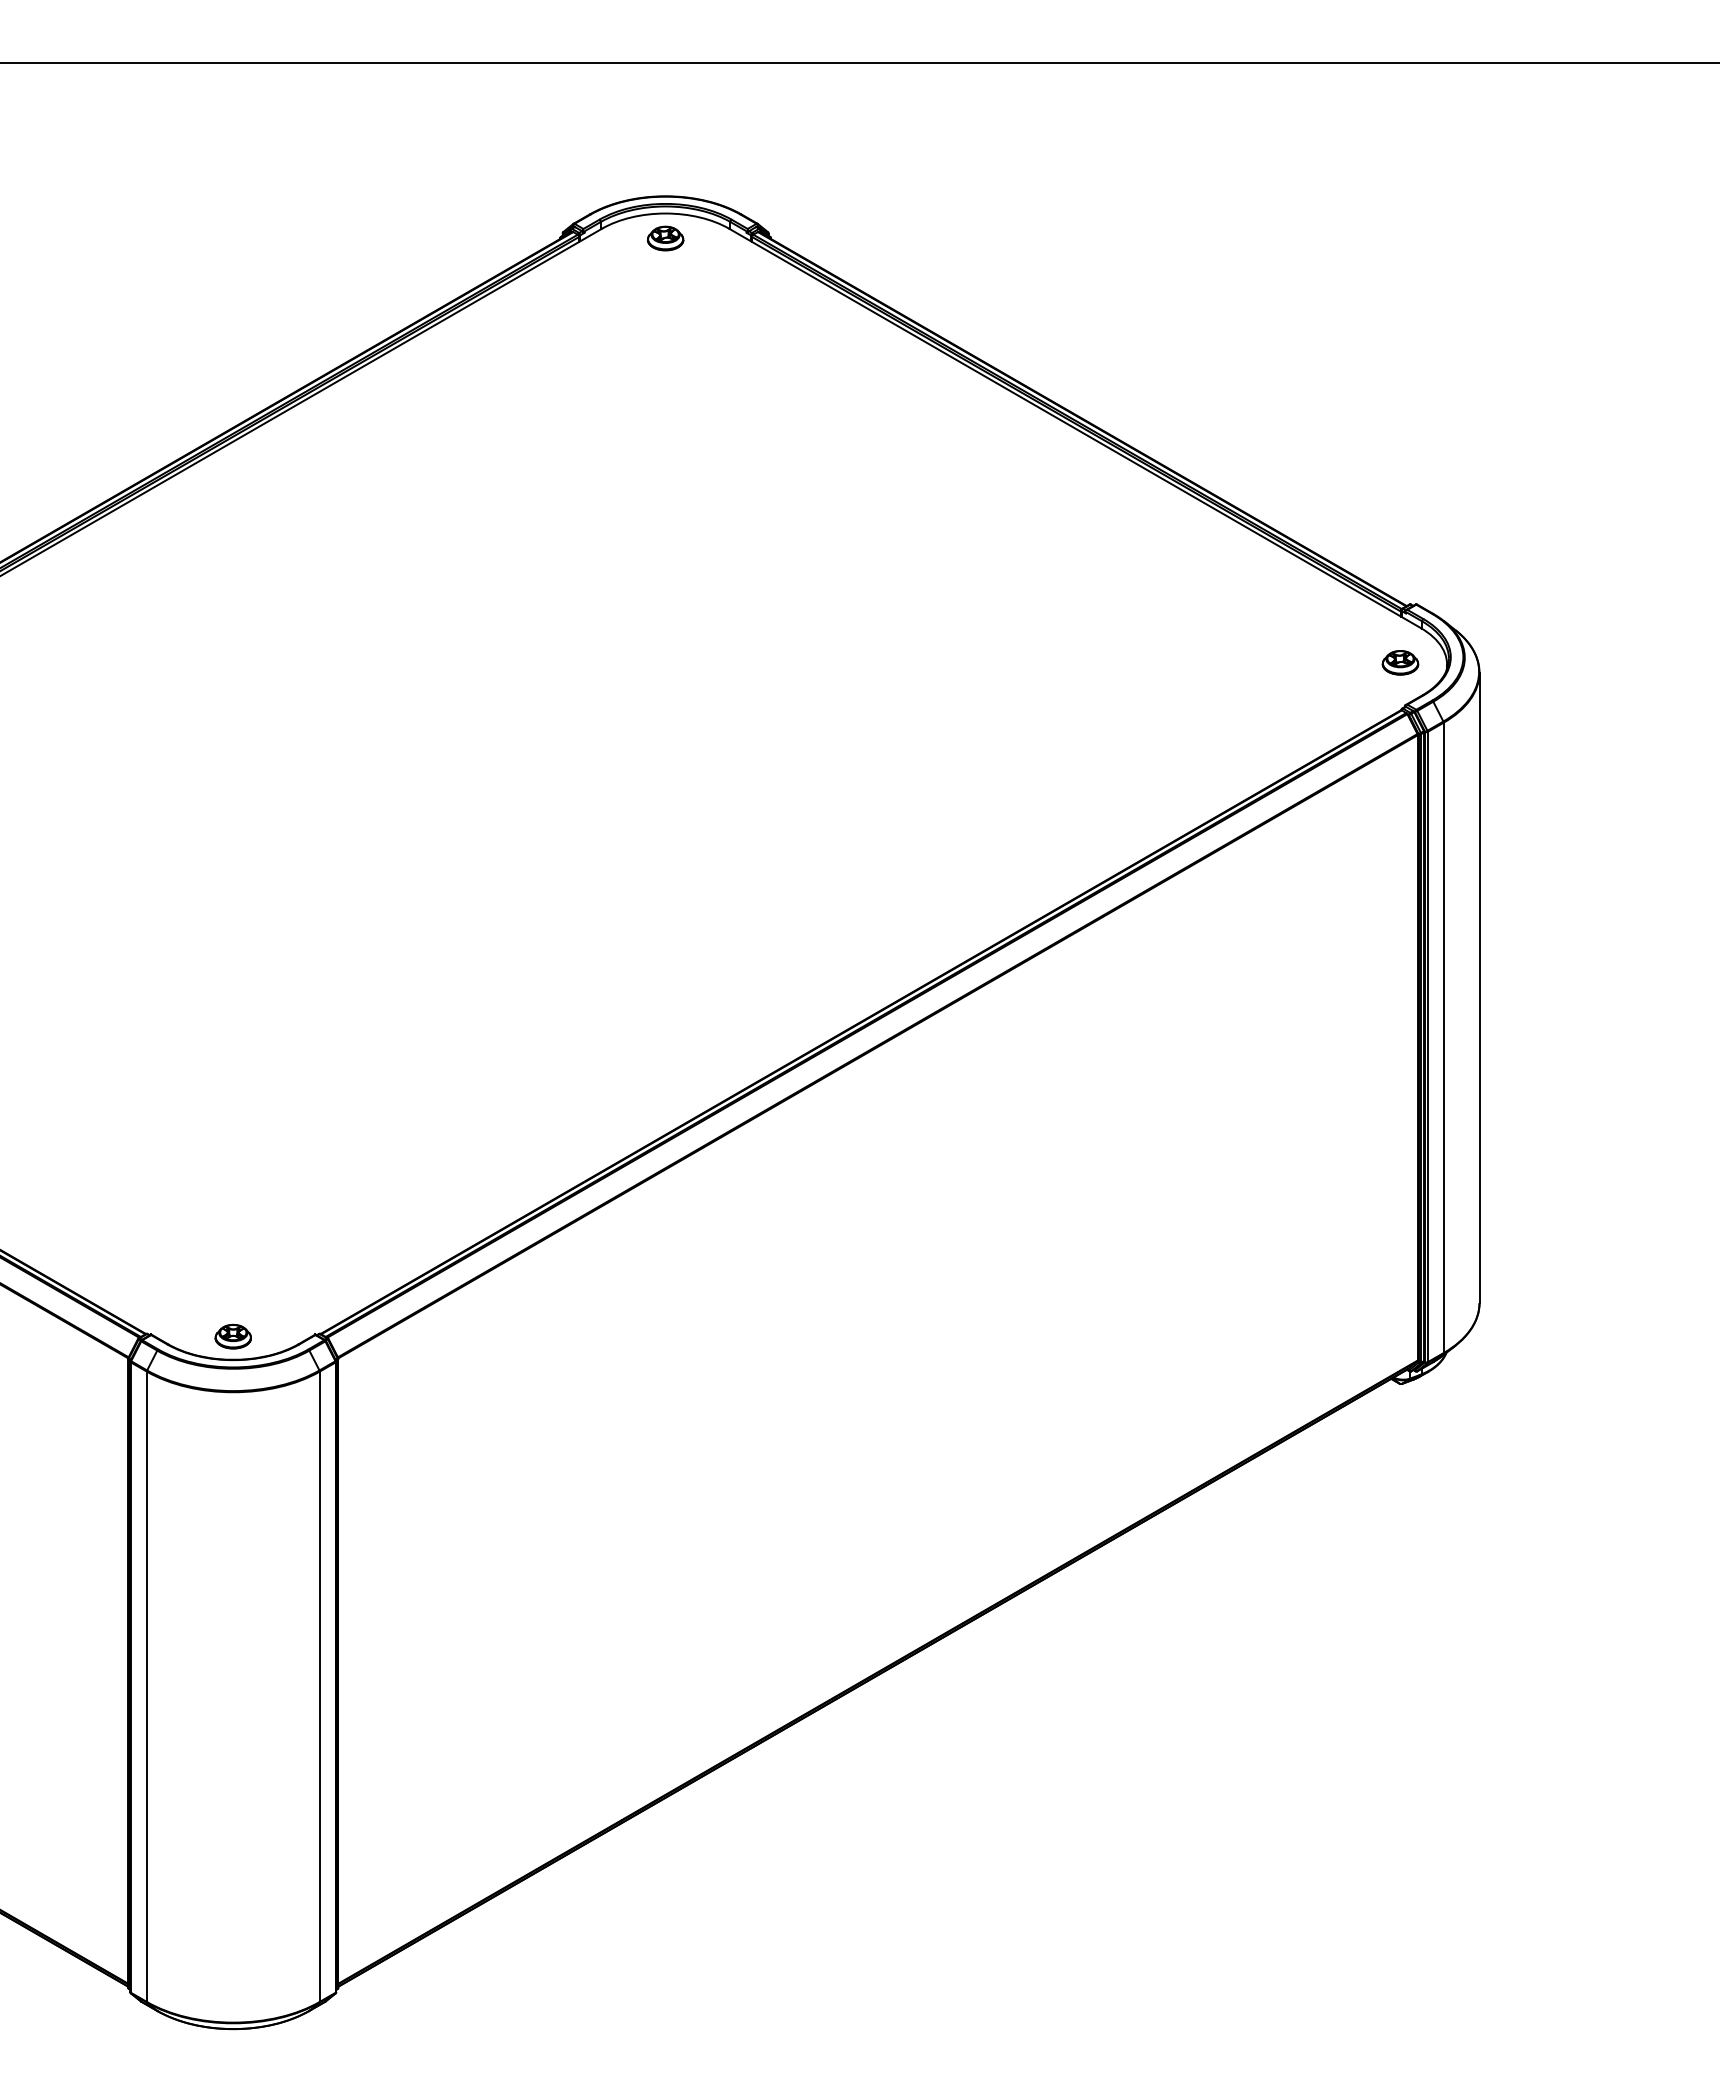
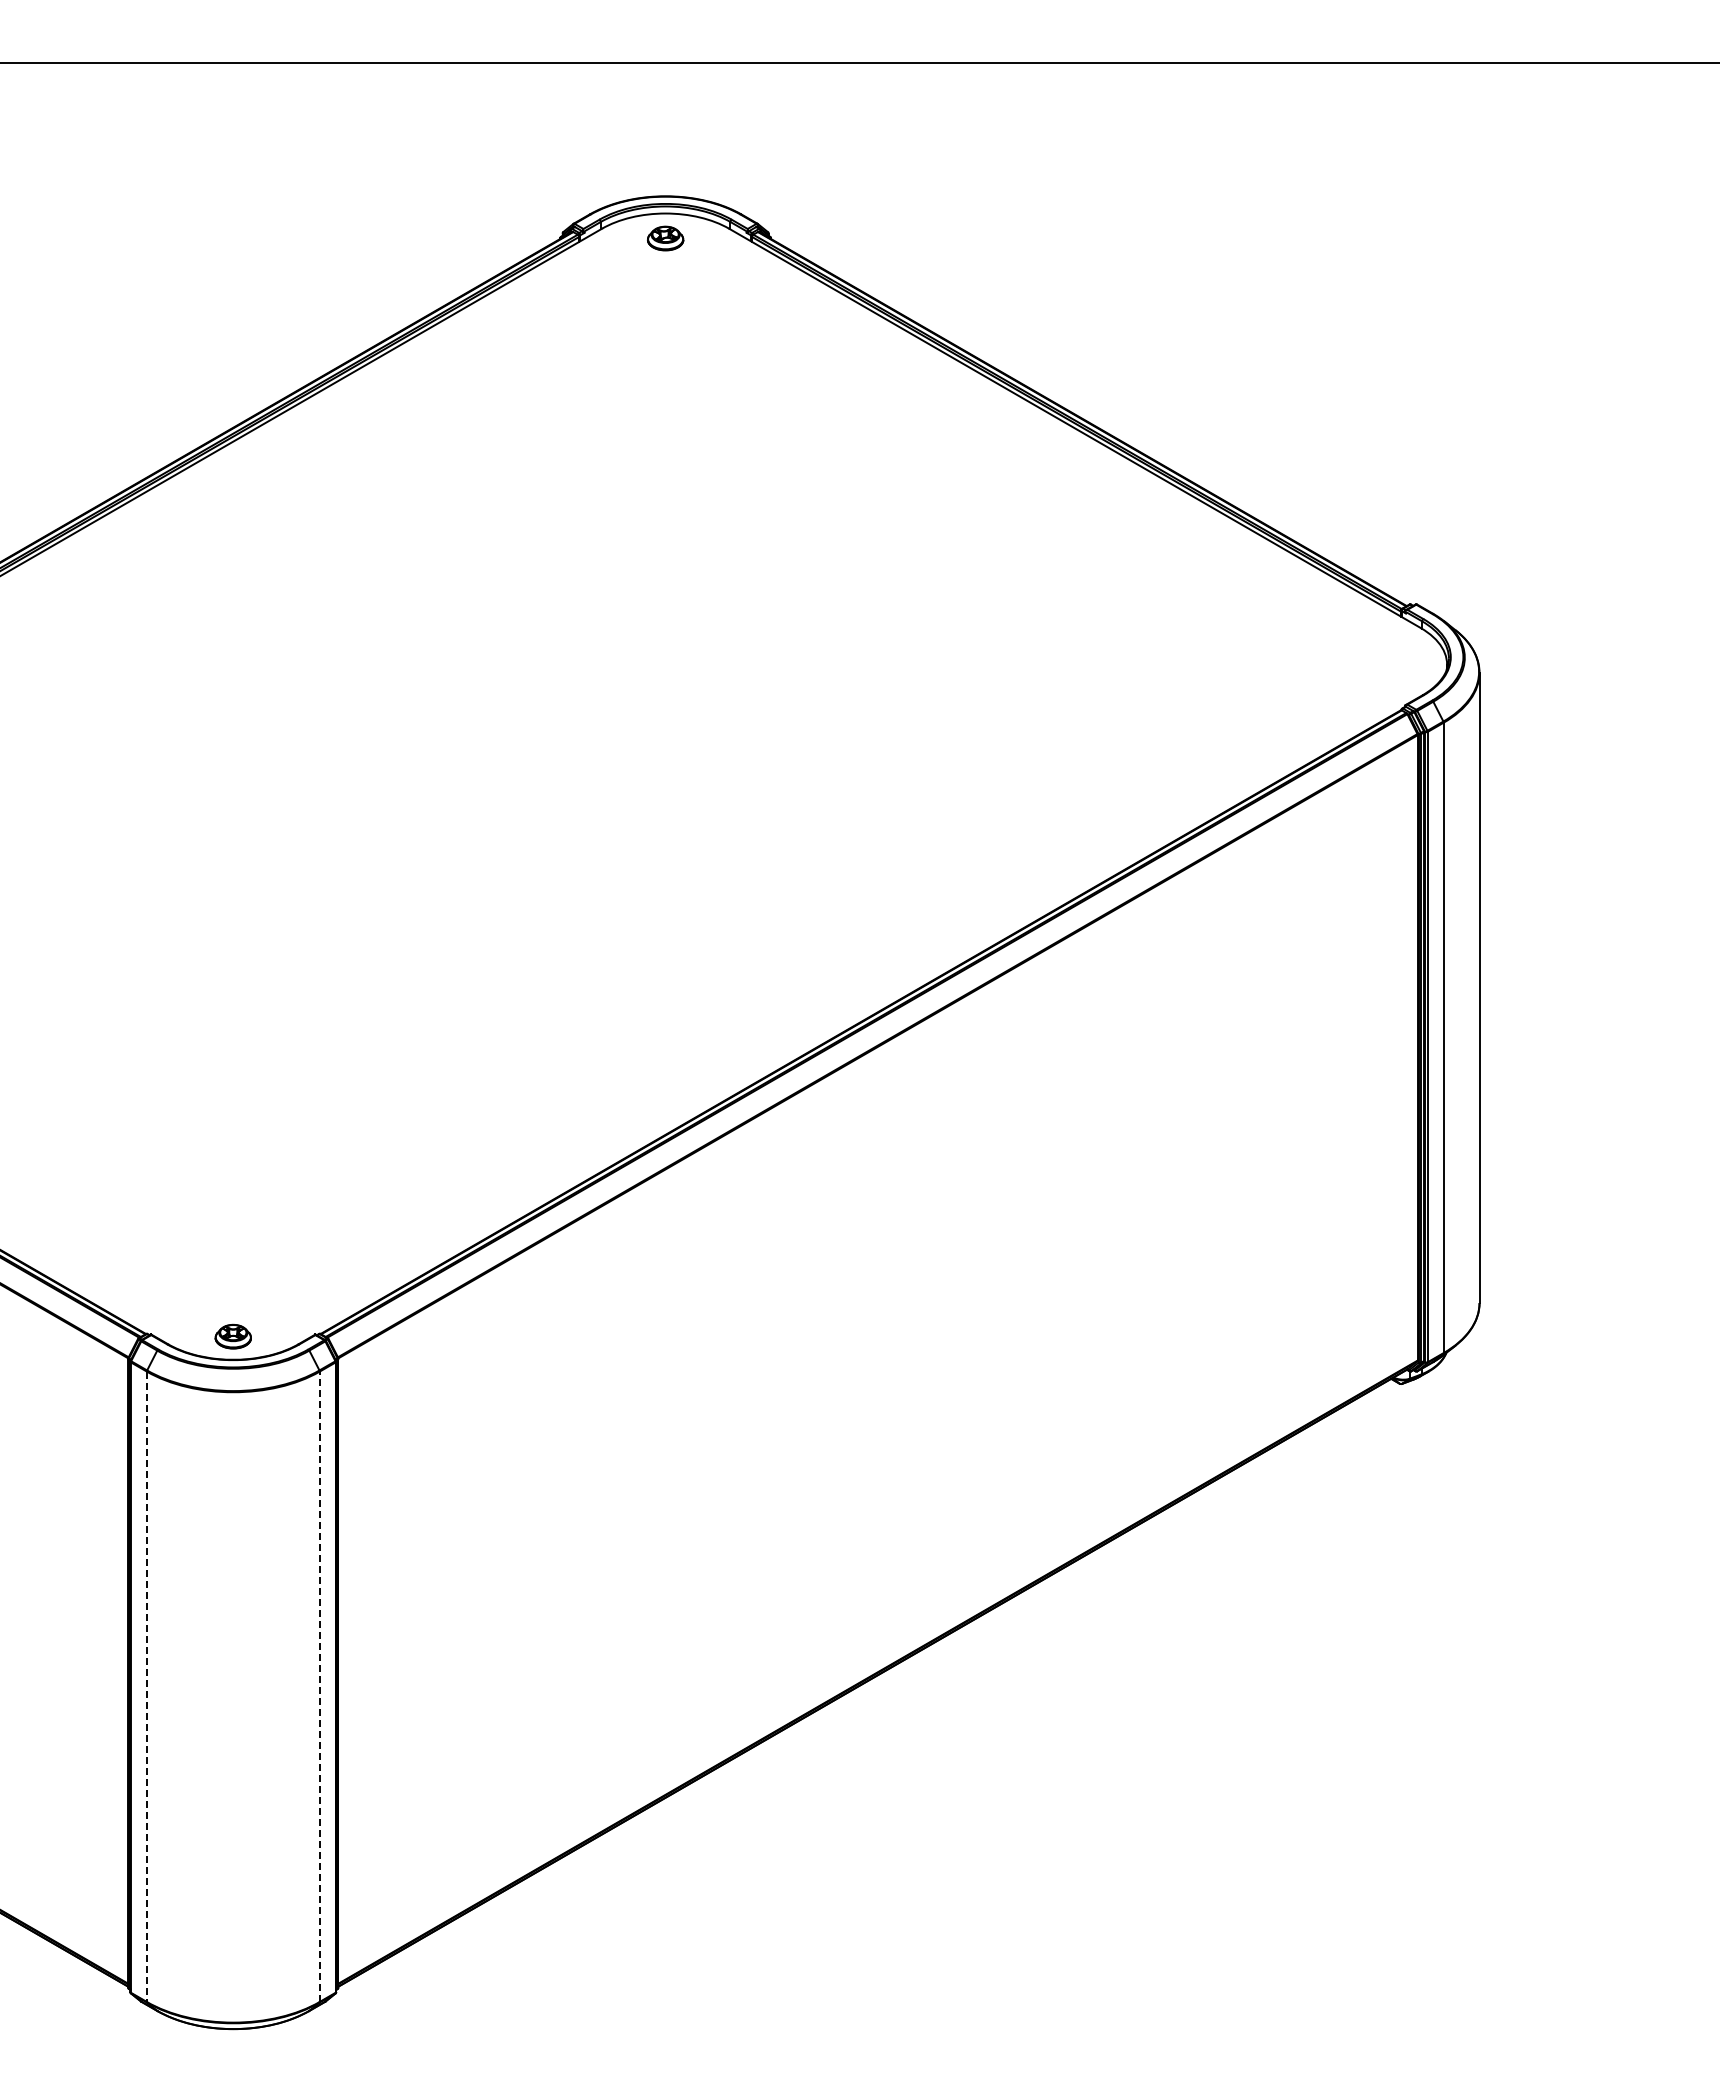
part at (1400, 662): present -> none
line at (319, 1686): solid -> dashed
line at (146, 1687): solid -> dashed
